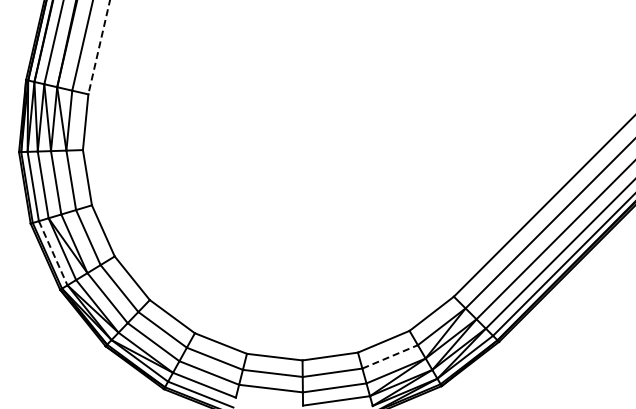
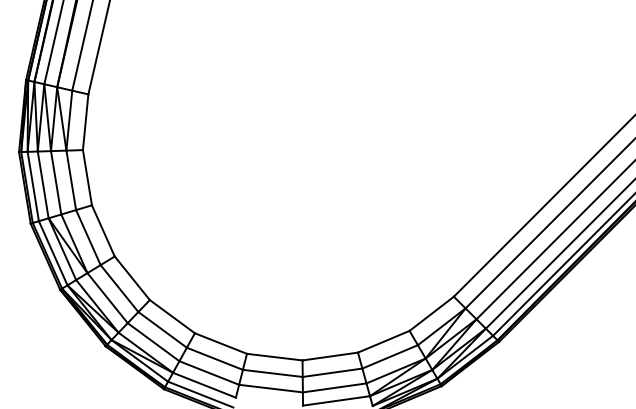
line at (99, 47): dashed -> solid
line at (53, 253): dashed -> solid
line at (390, 356): dashed -> solid
